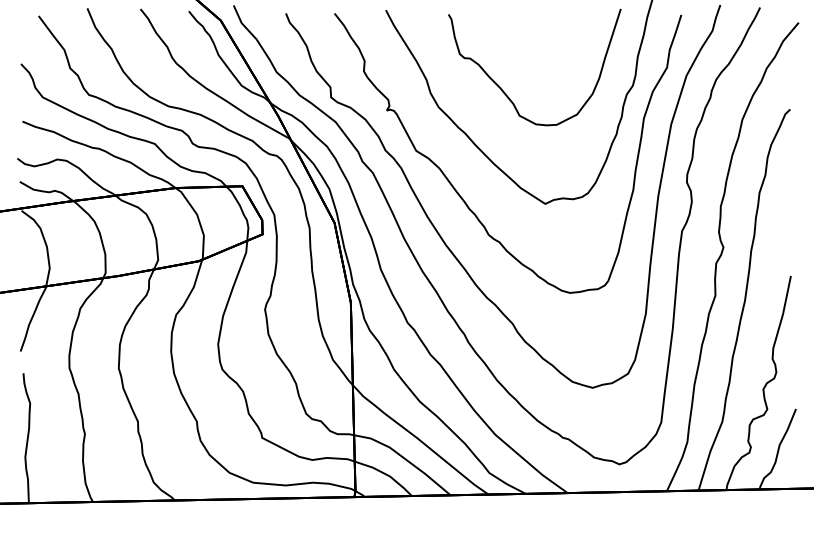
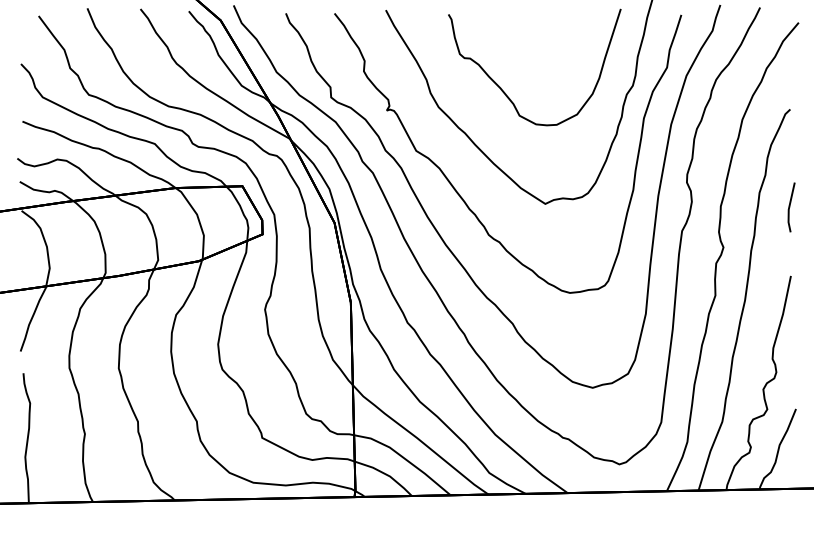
line at (790, 207): none -> present
